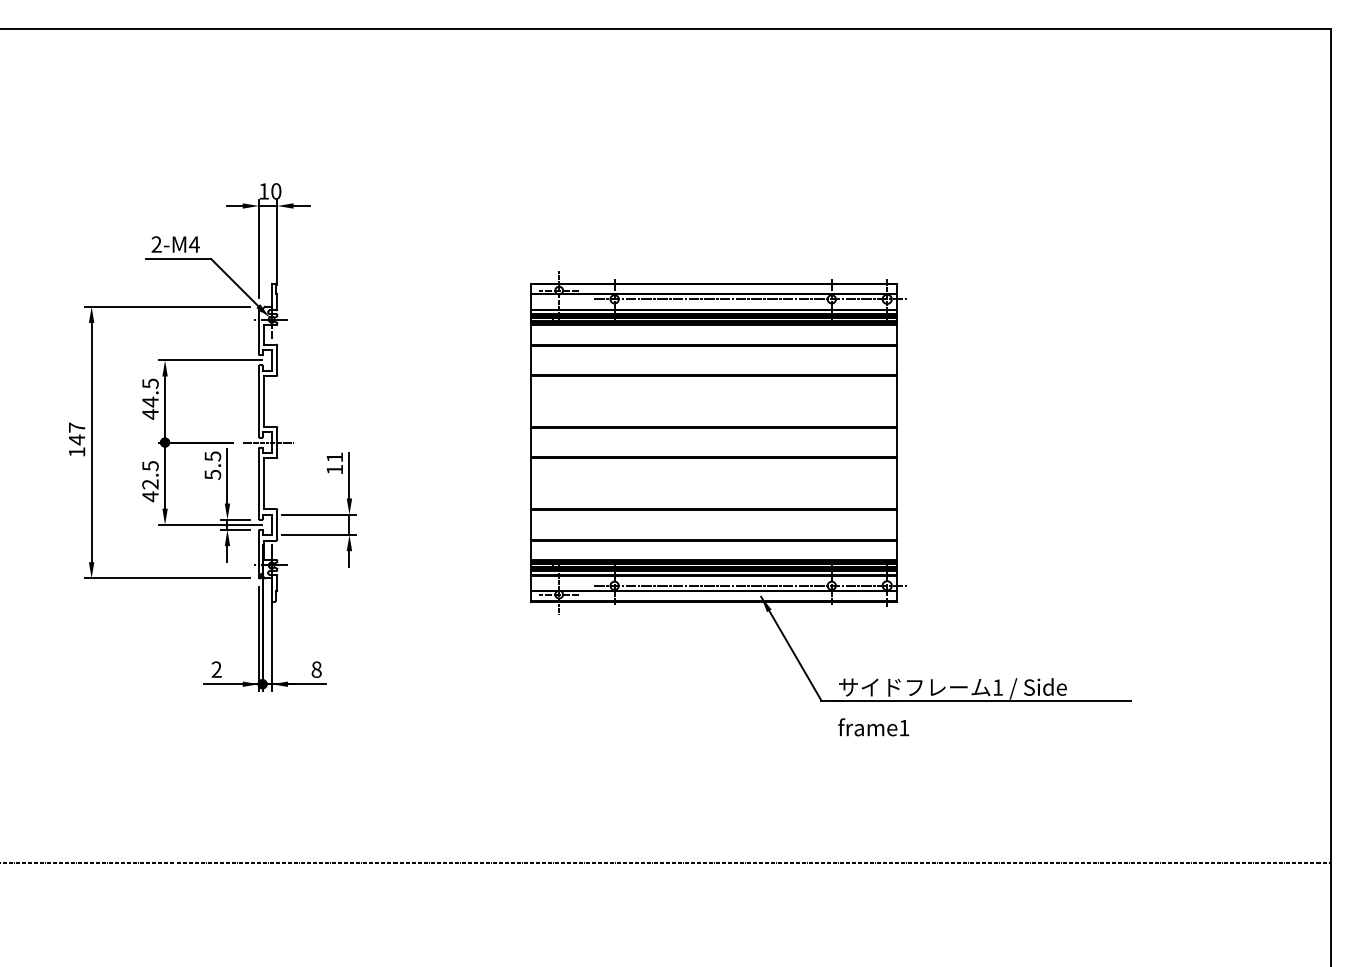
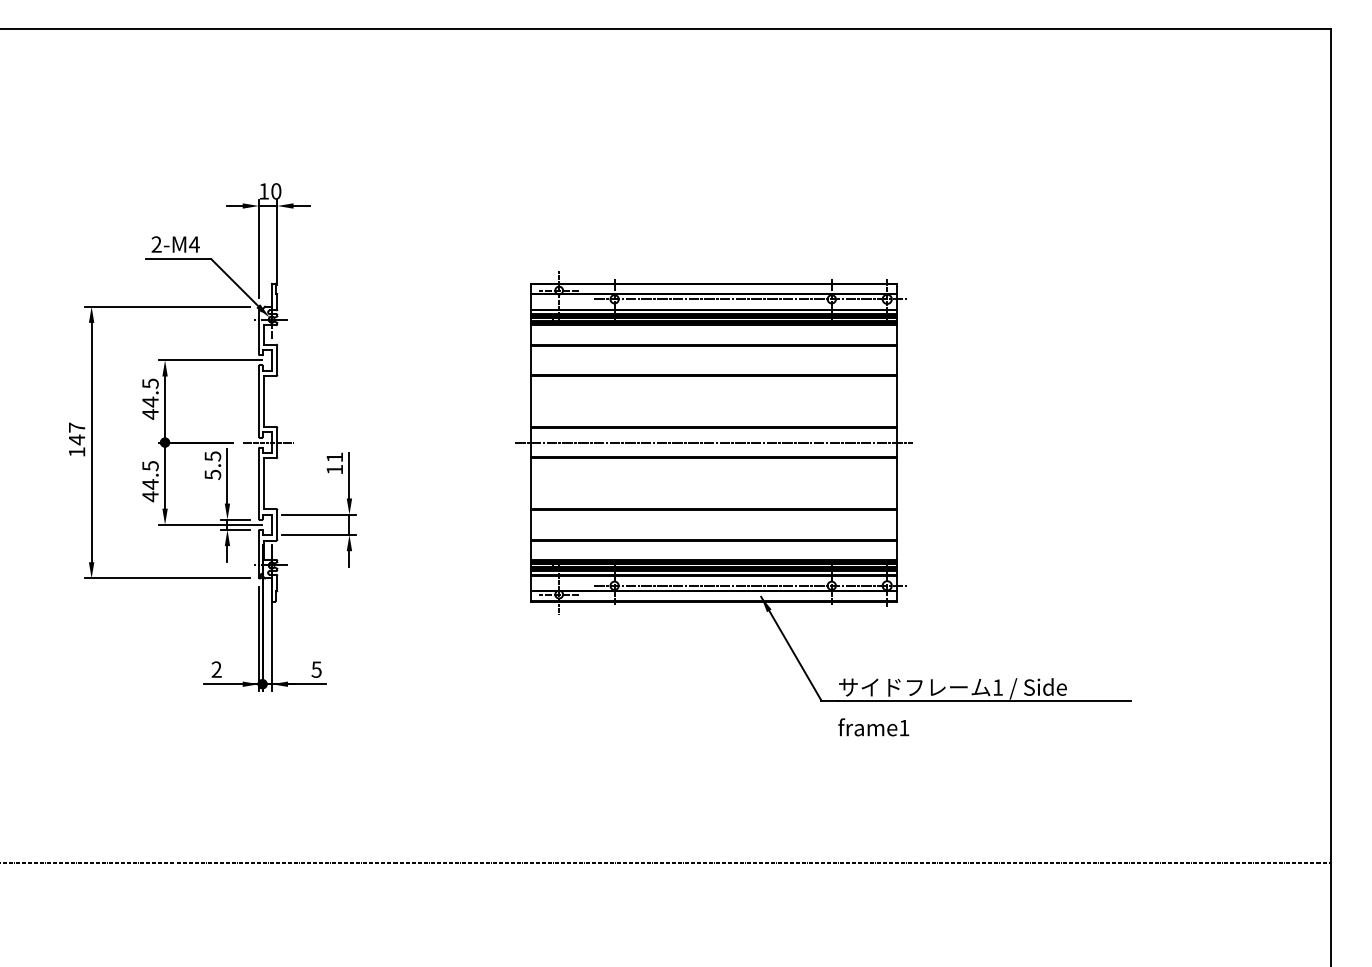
line at (713, 442): none -> present
text at (150, 484): 42.5 -> 44.5
text at (316, 669): 8 -> 5
